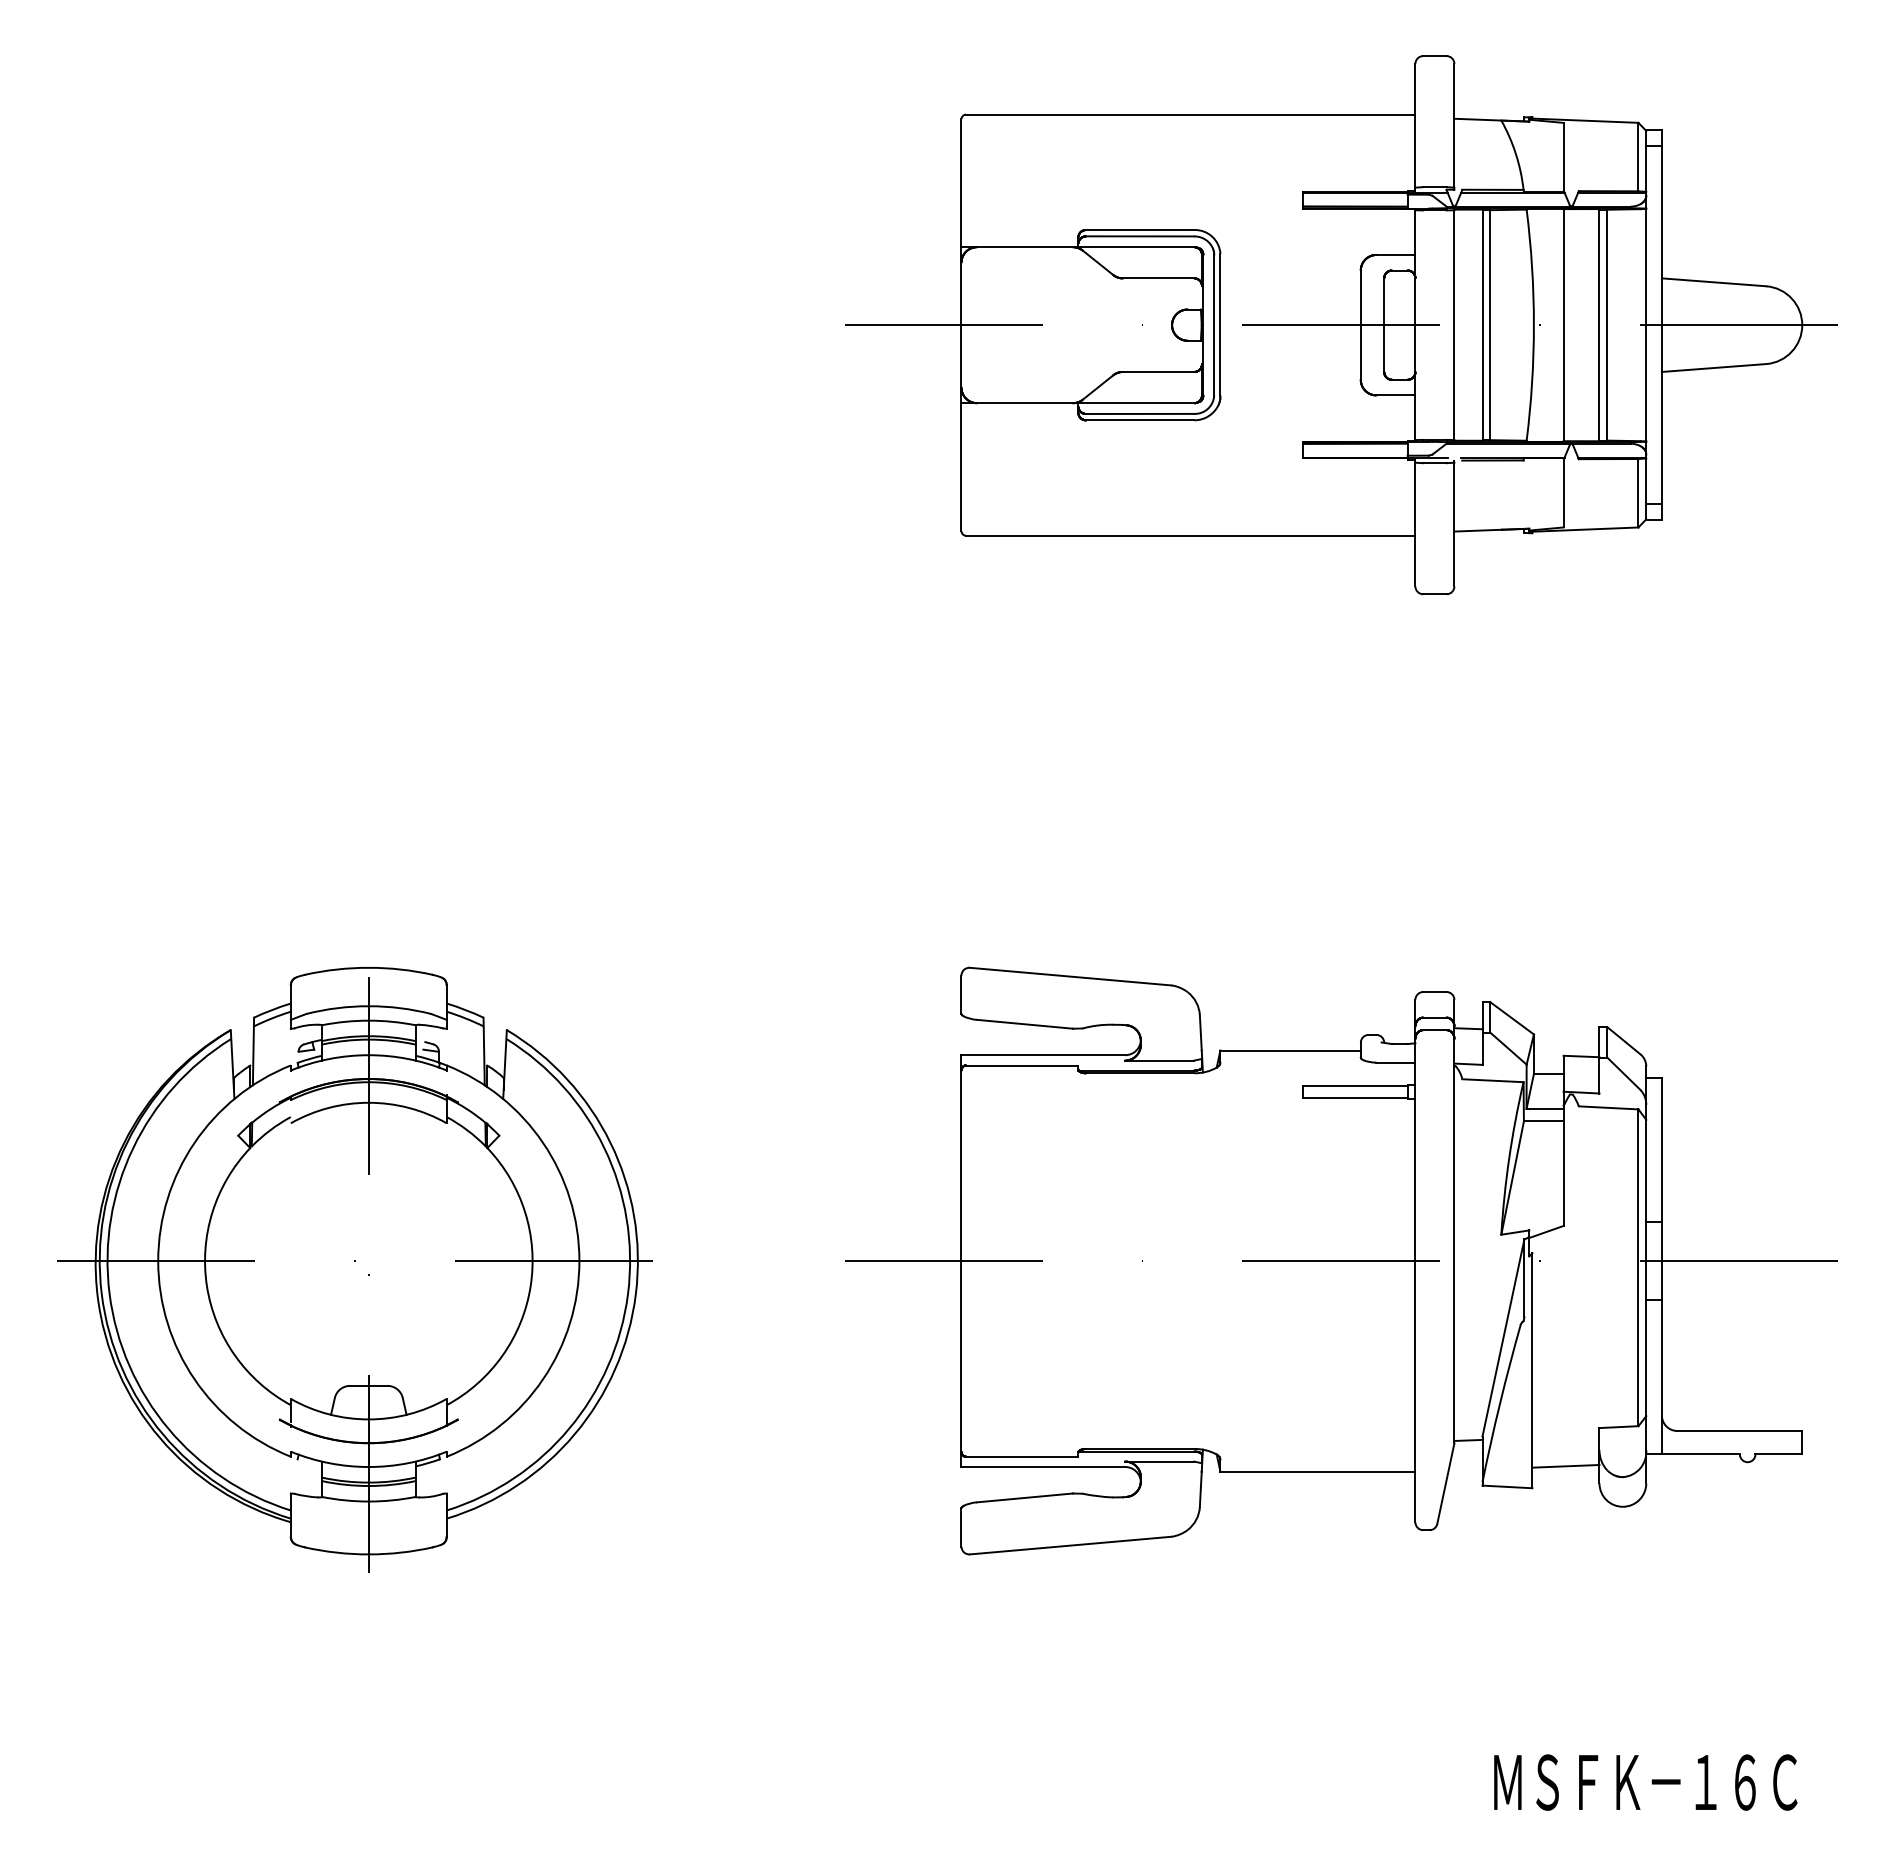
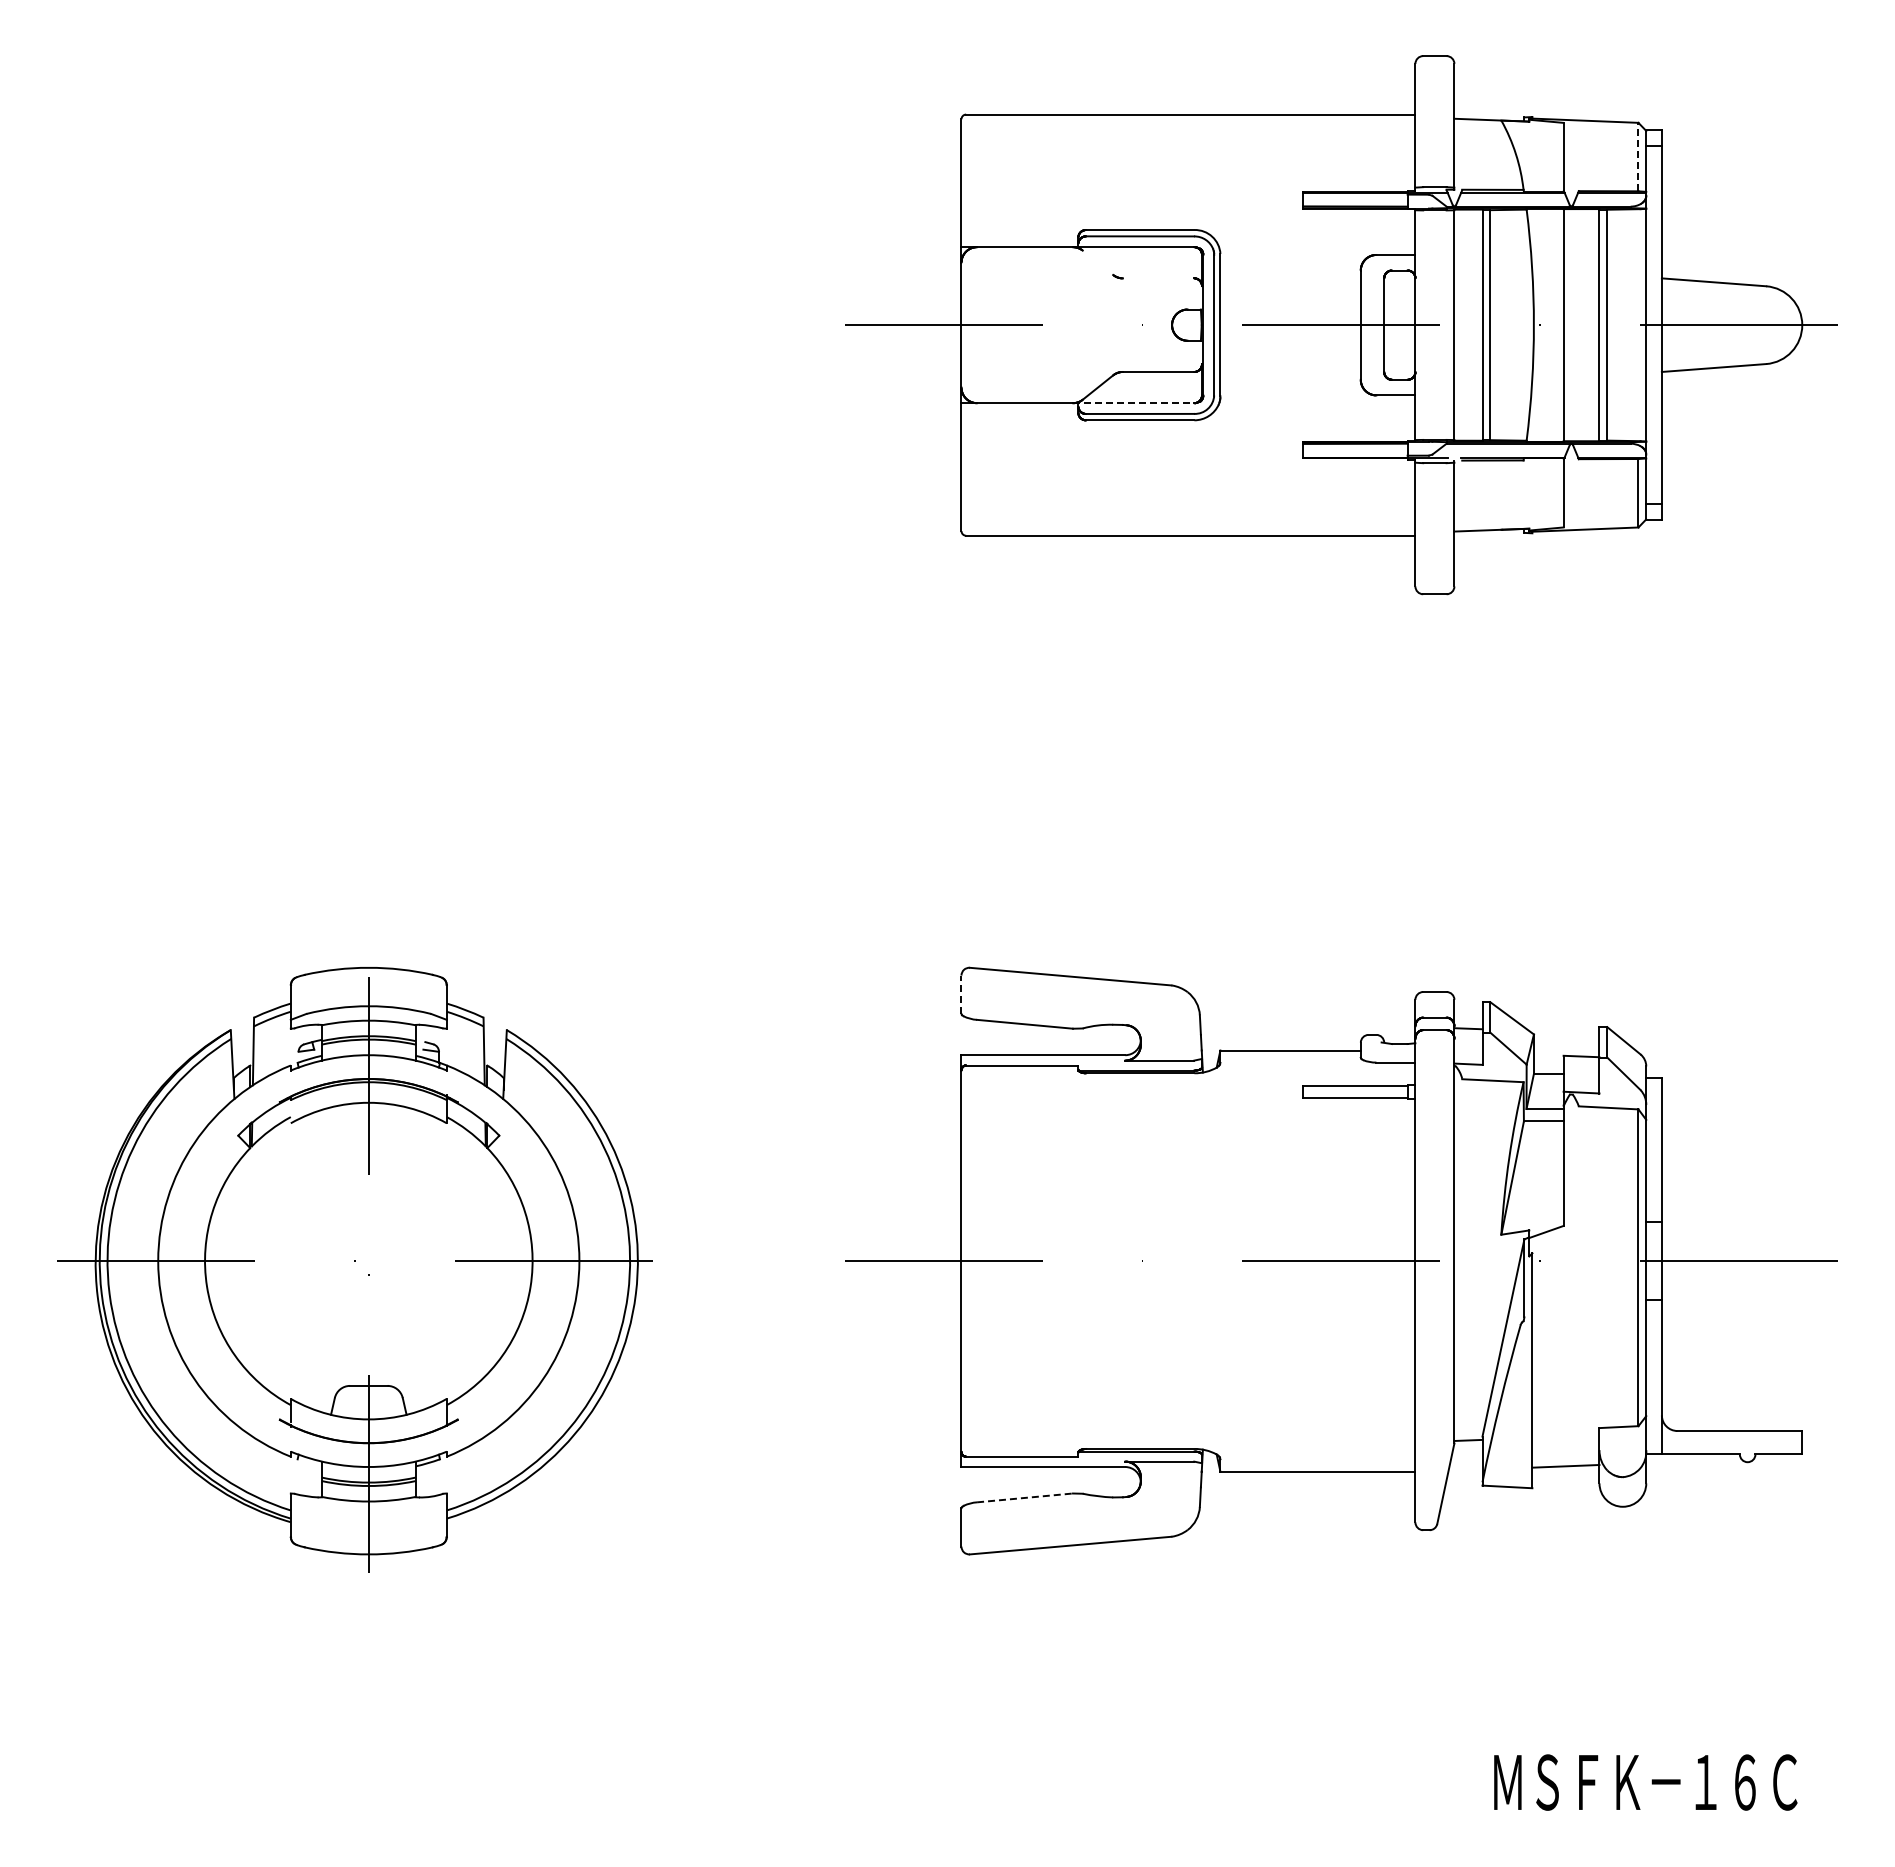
line at (1638, 156): solid -> dashed
line at (1097, 262): present -> none
line at (1158, 278): present -> none
line at (1134, 403): solid -> dashed
line at (961, 994): solid -> dashed
line at (1025, 1497): solid -> dashed
